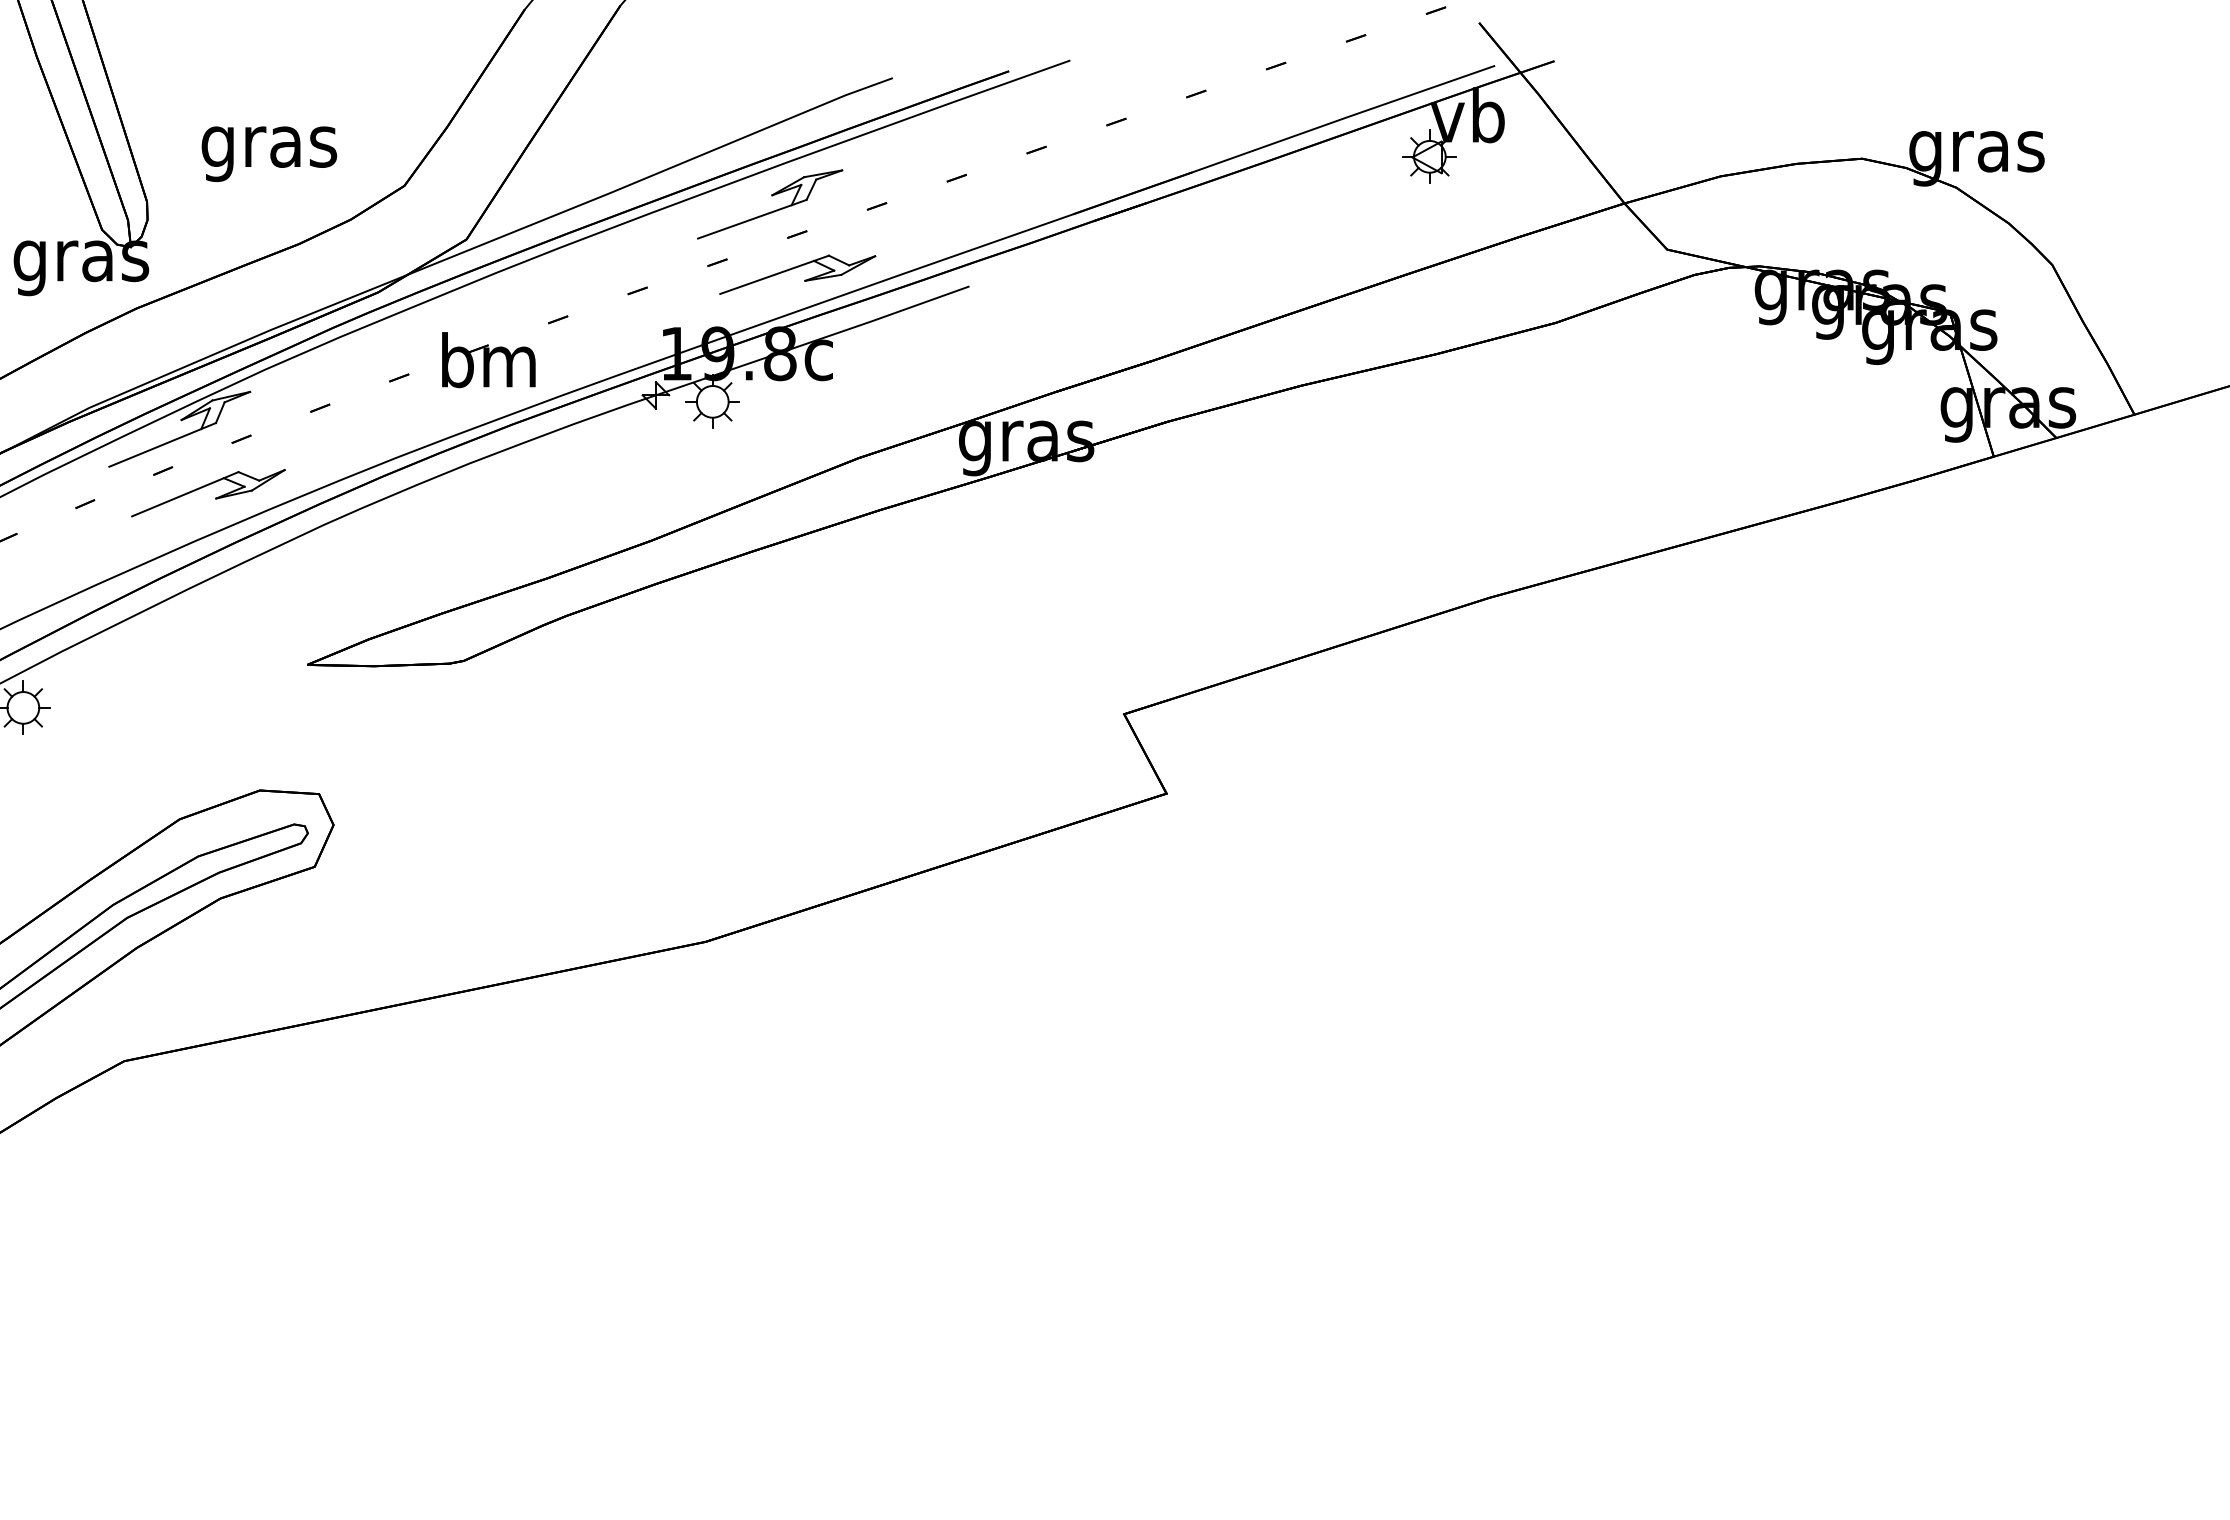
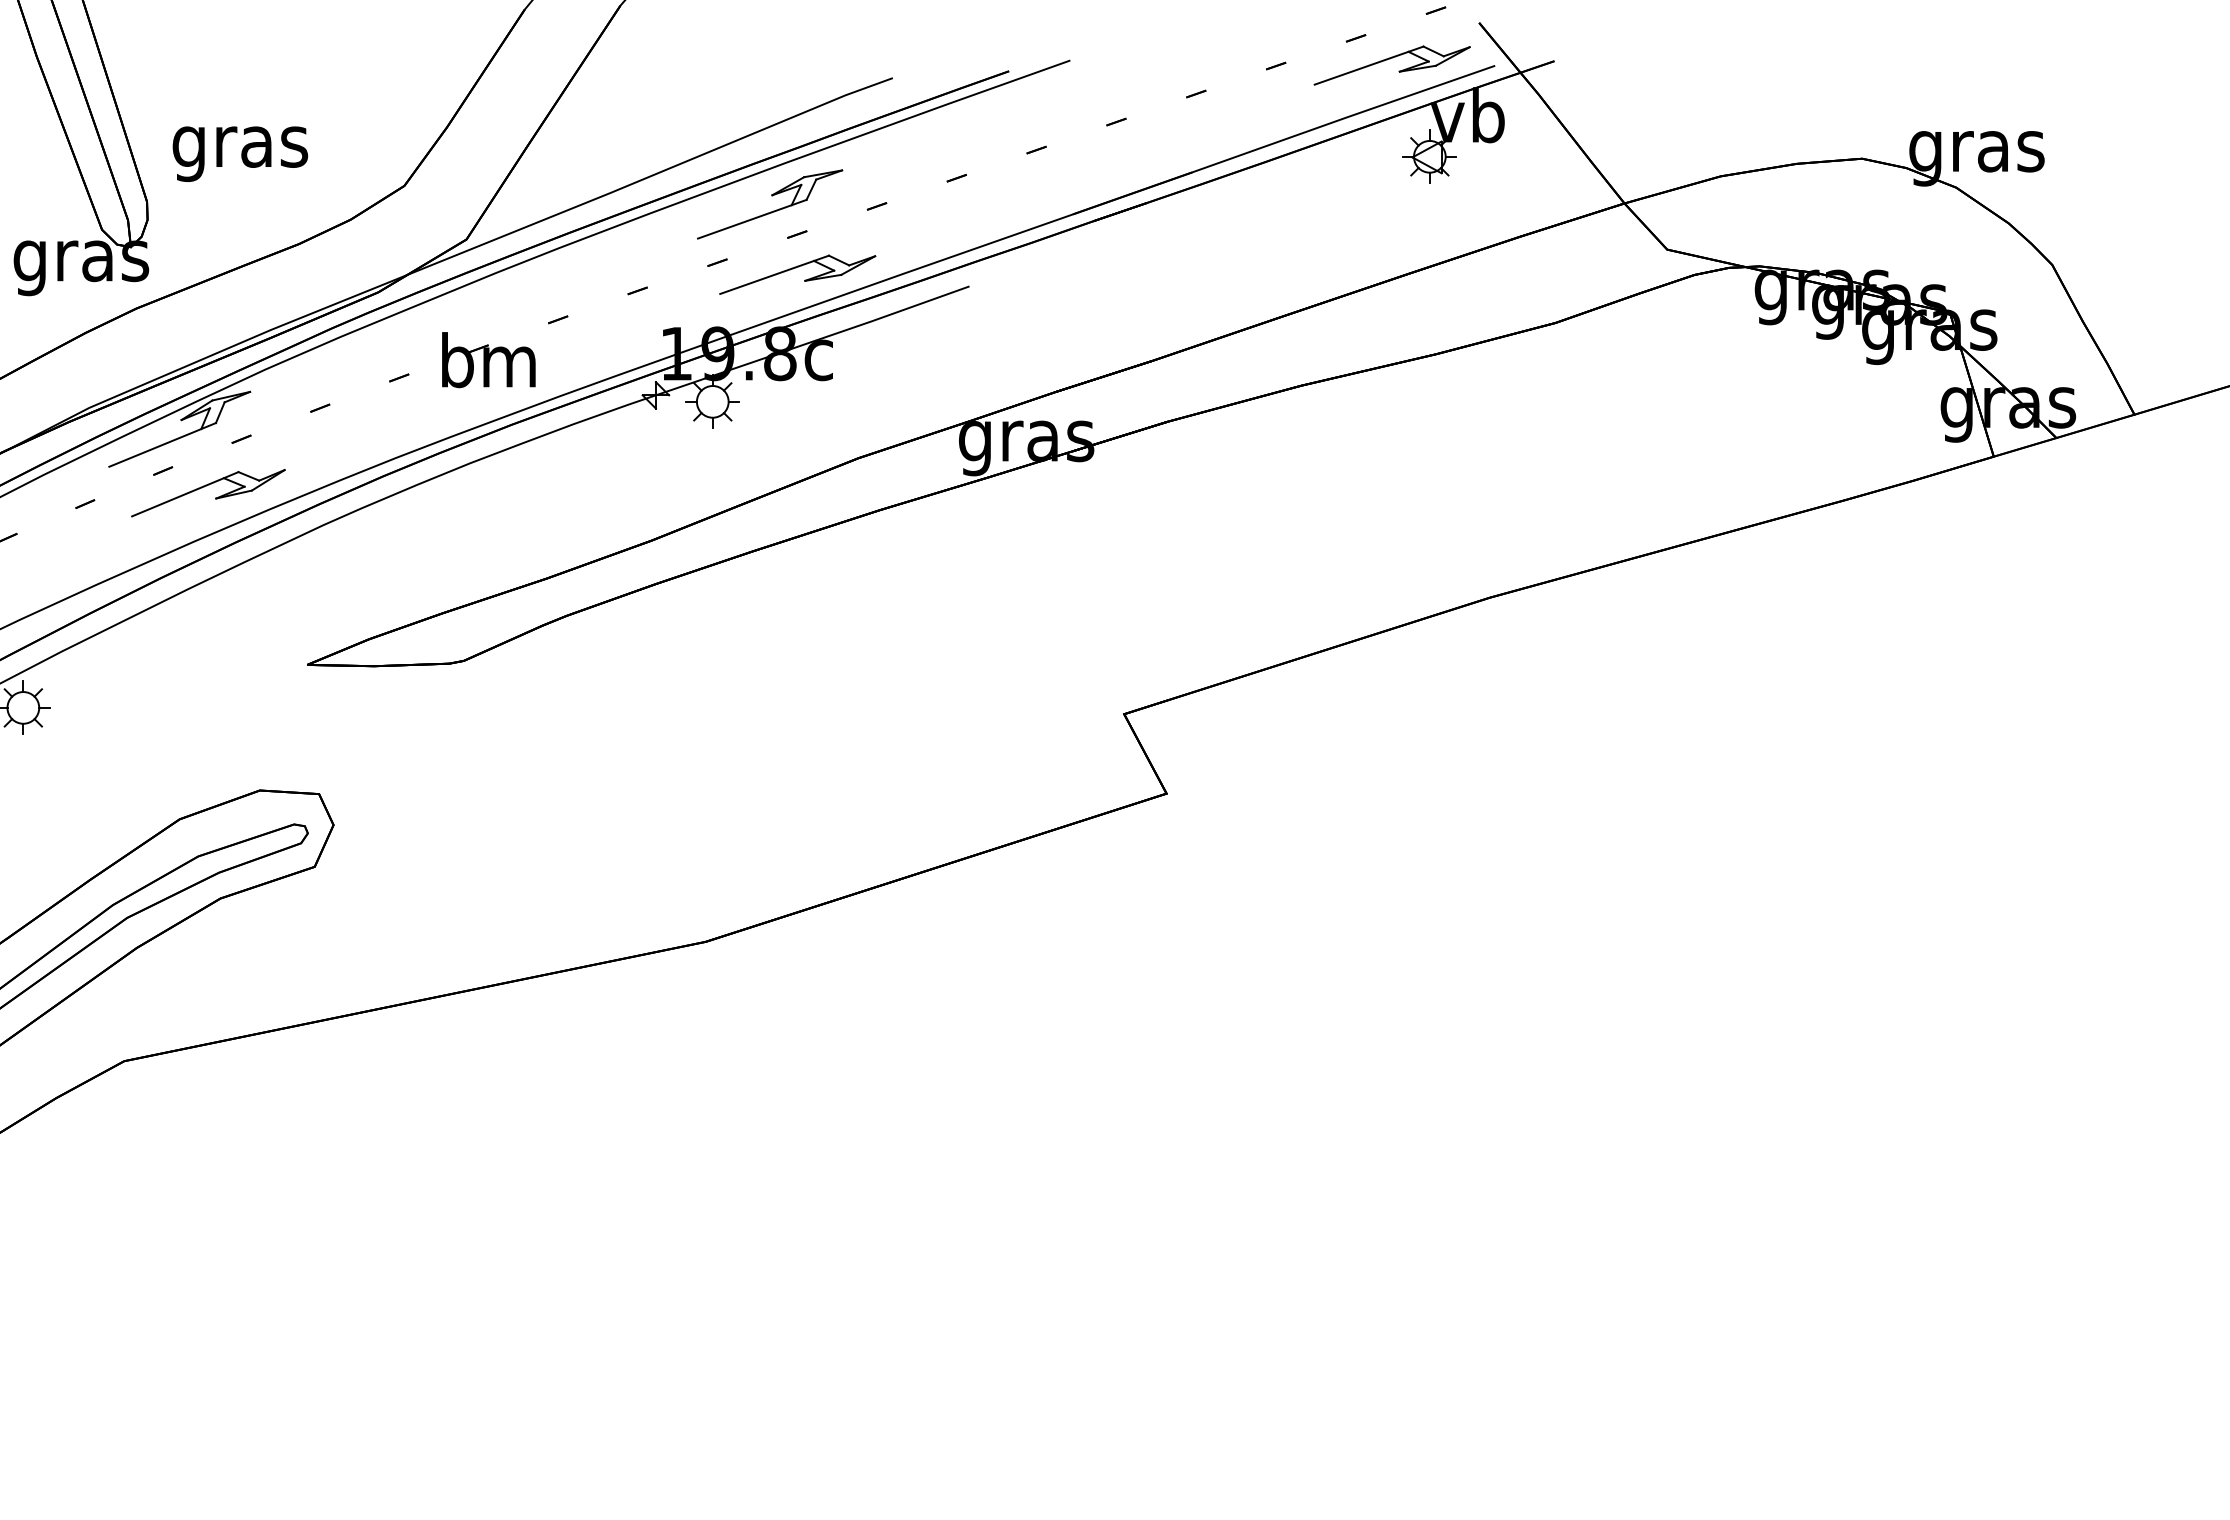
part at (1390, 59): none -> present
text at (269, 153) position: (269, 153) -> (240, 153)
